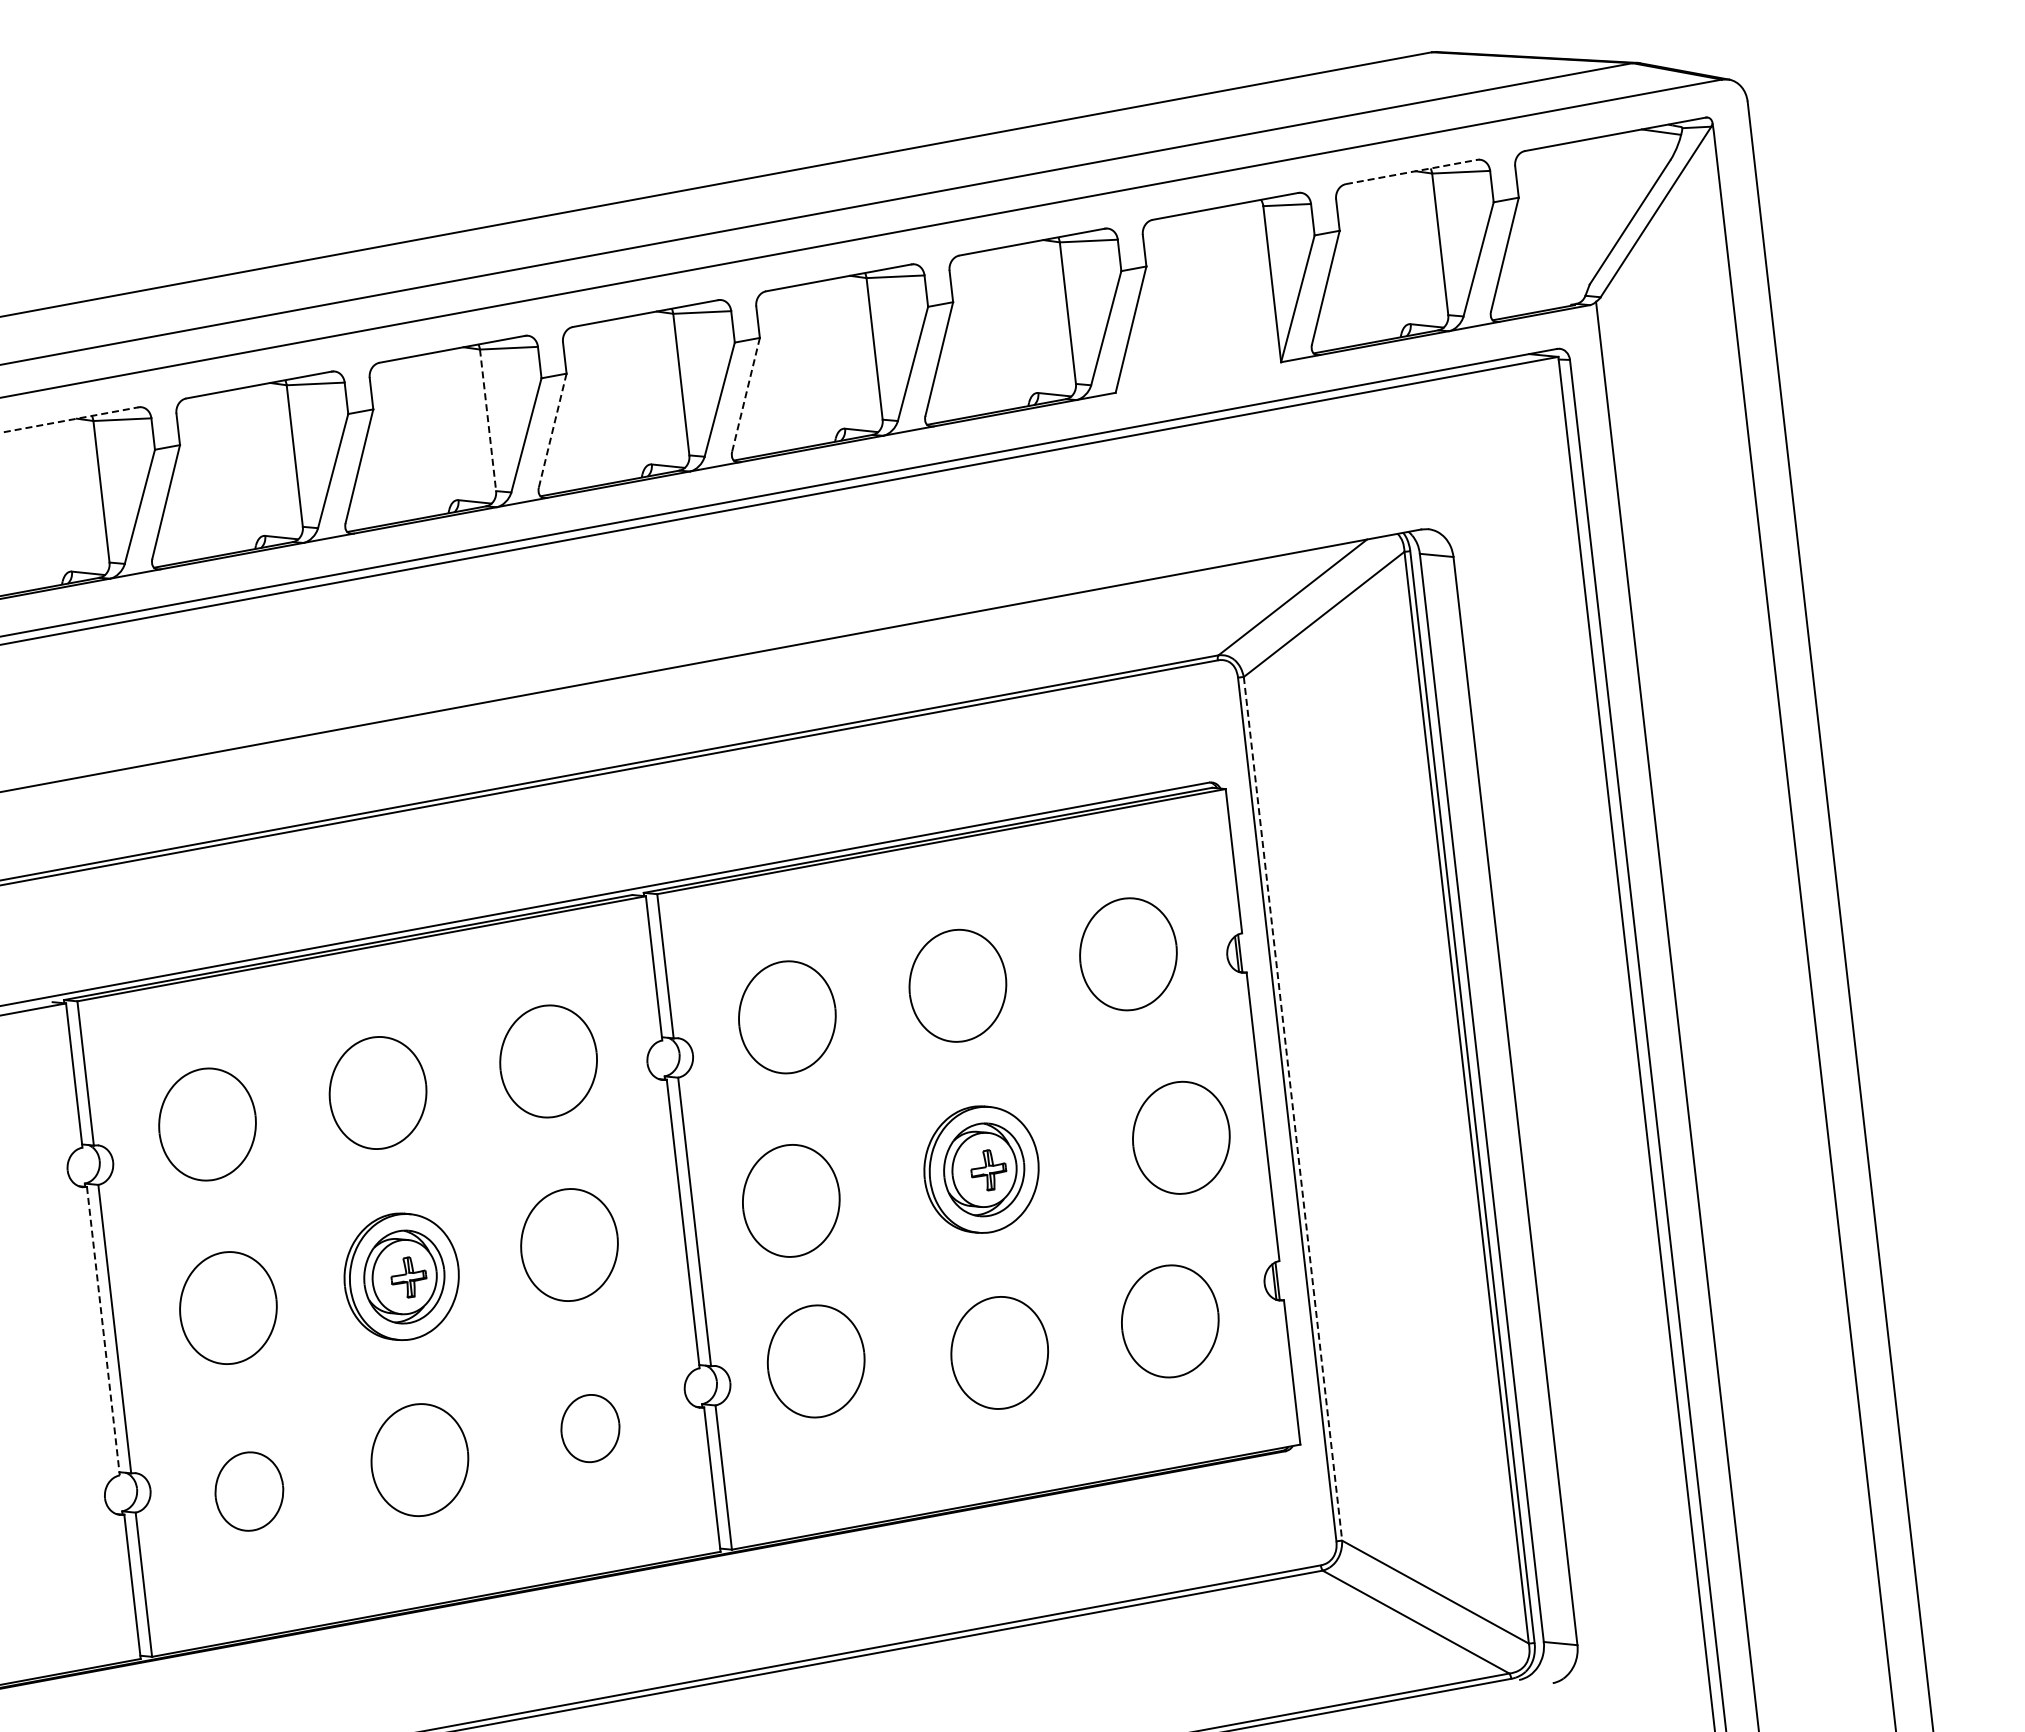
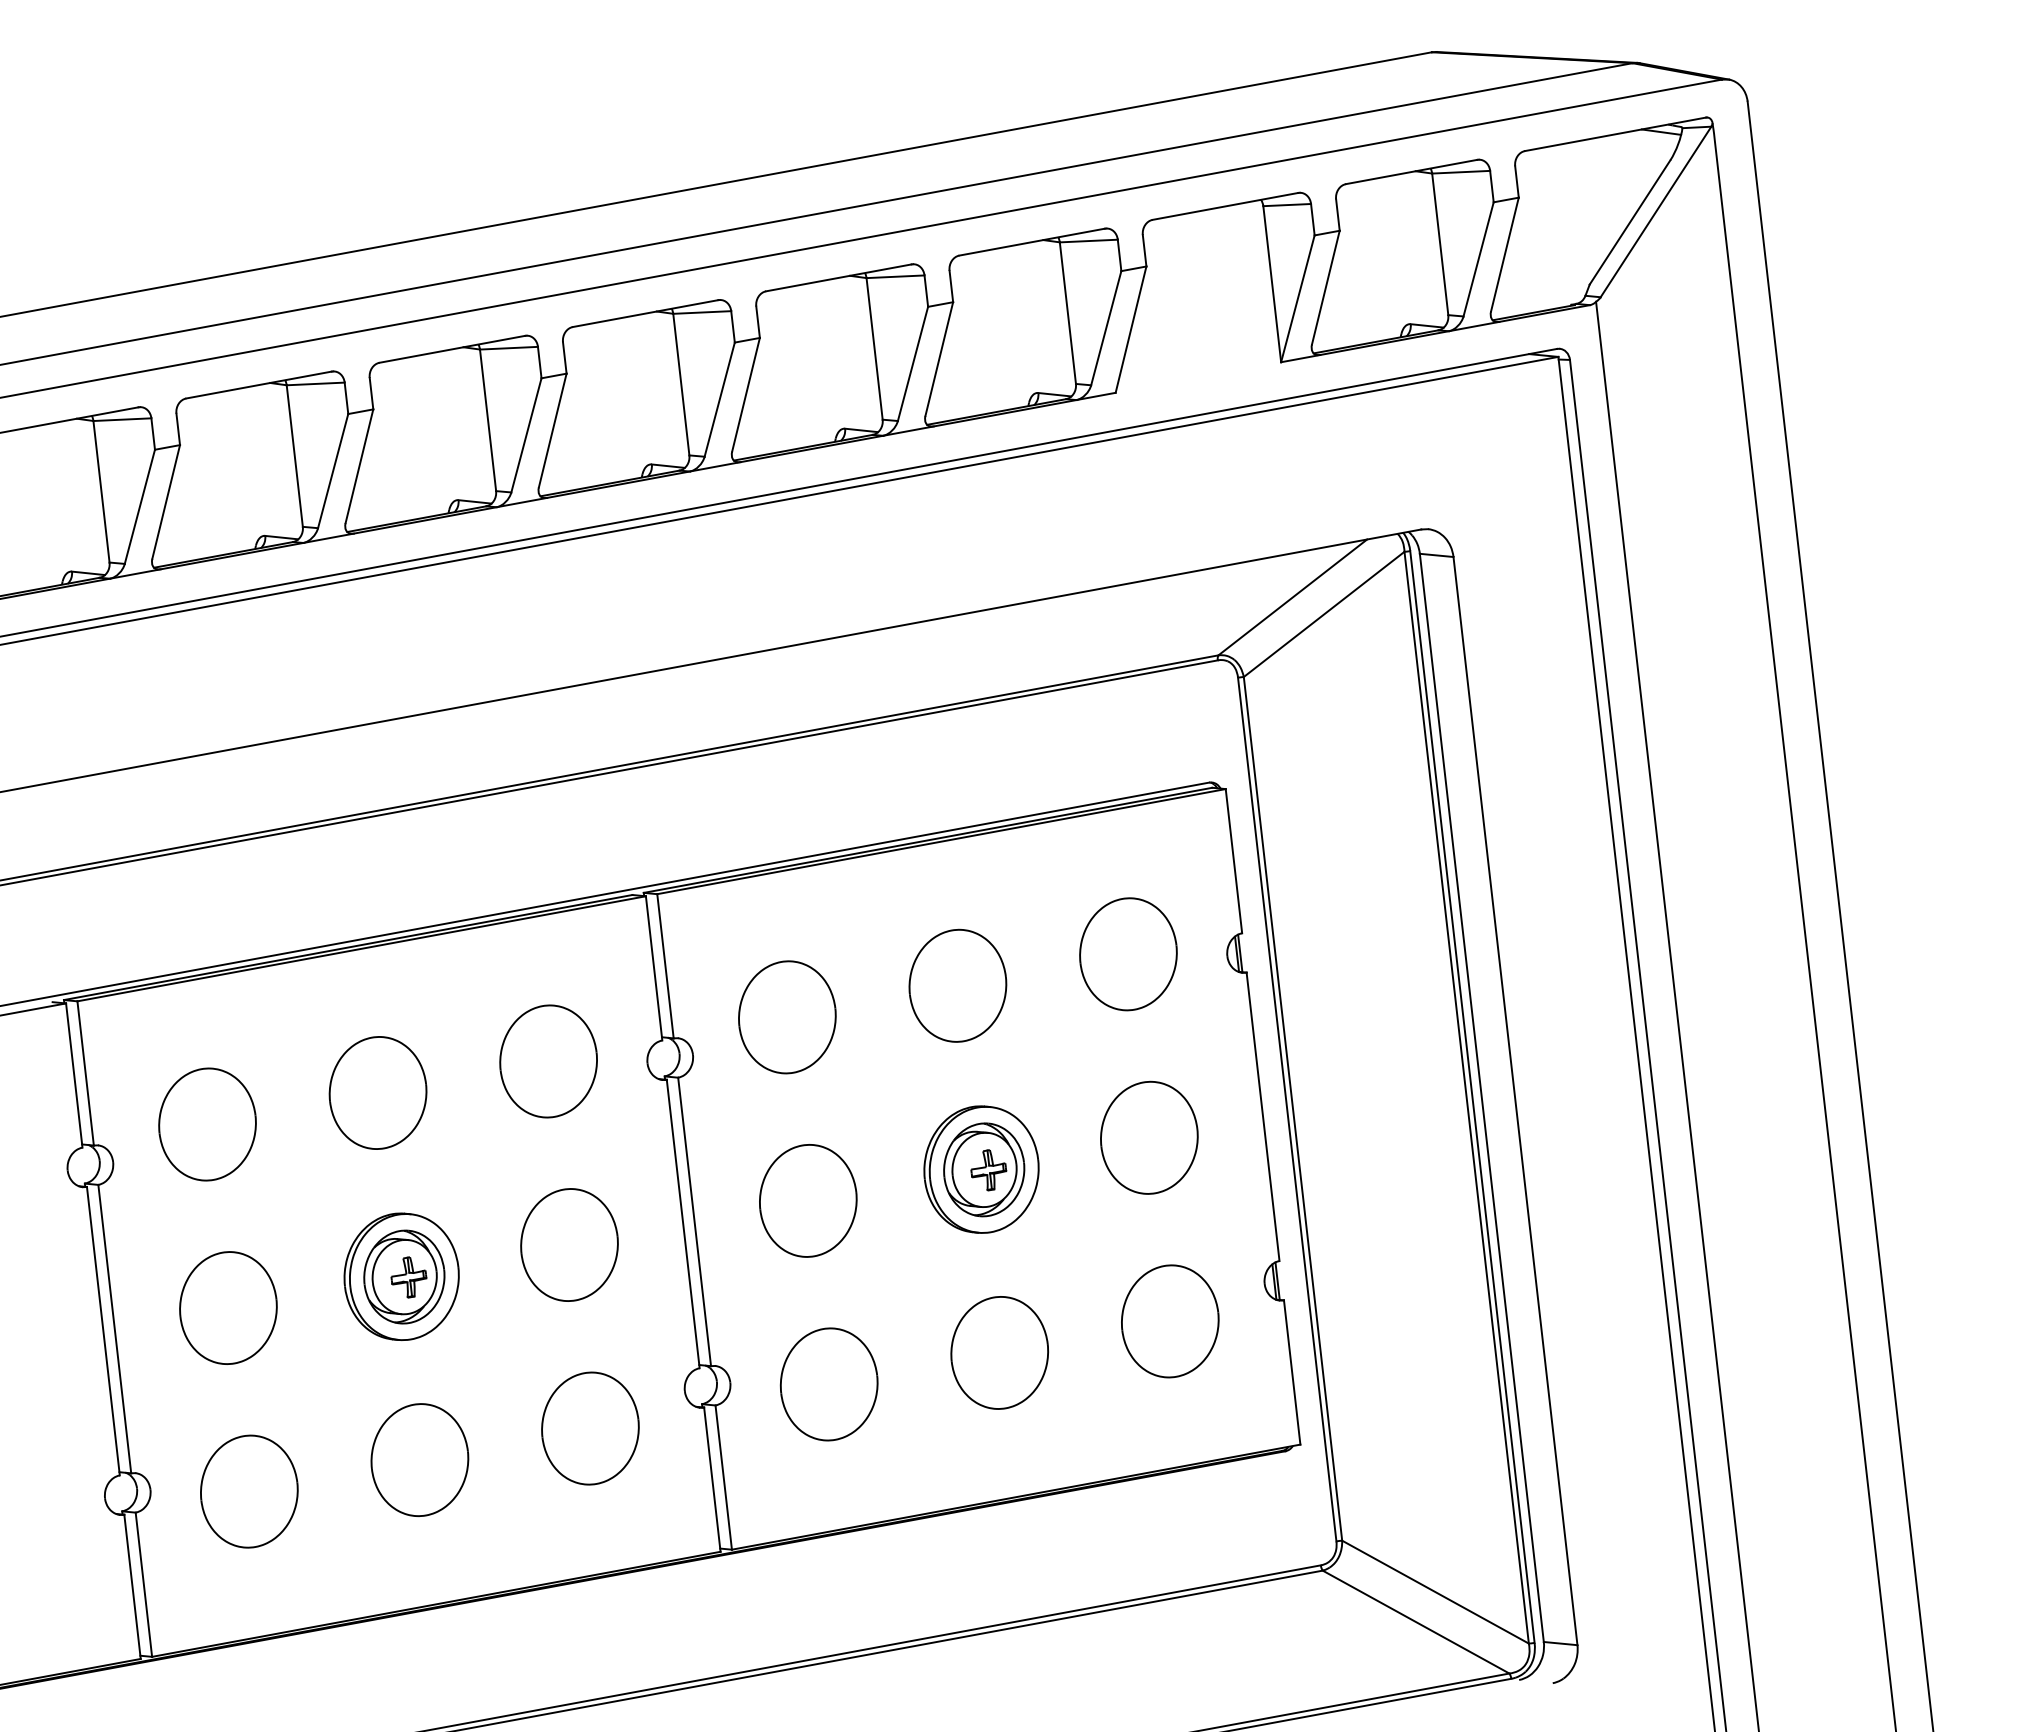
line at (1411, 172): dashed -> solid
line at (746, 394): dashed -> solid
line at (69, 420): dashed -> solid
line at (488, 420): dashed -> solid
line at (552, 430): dashed -> solid
line at (1293, 1108): dashed -> solid
part at (1181, 1137) position: (1181, 1137) -> (1149, 1137)
part at (791, 1200) position: (791, 1200) -> (808, 1200)
line at (103, 1331): dashed -> solid
part at (815, 1361) position: (815, 1361) -> (828, 1384)
part at (590, 1428) size: 61x69 px -> 99x115 px
part at (249, 1491) size: 71x81 px -> 99x115 px
